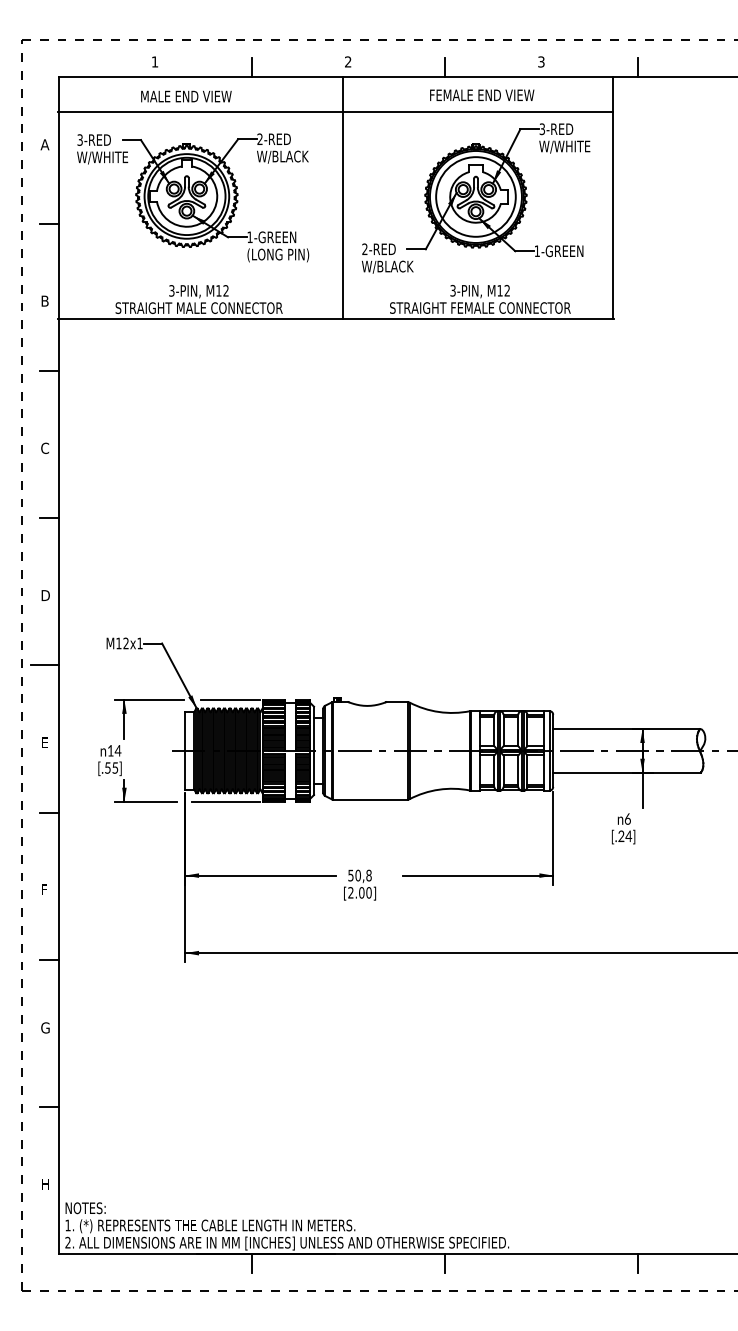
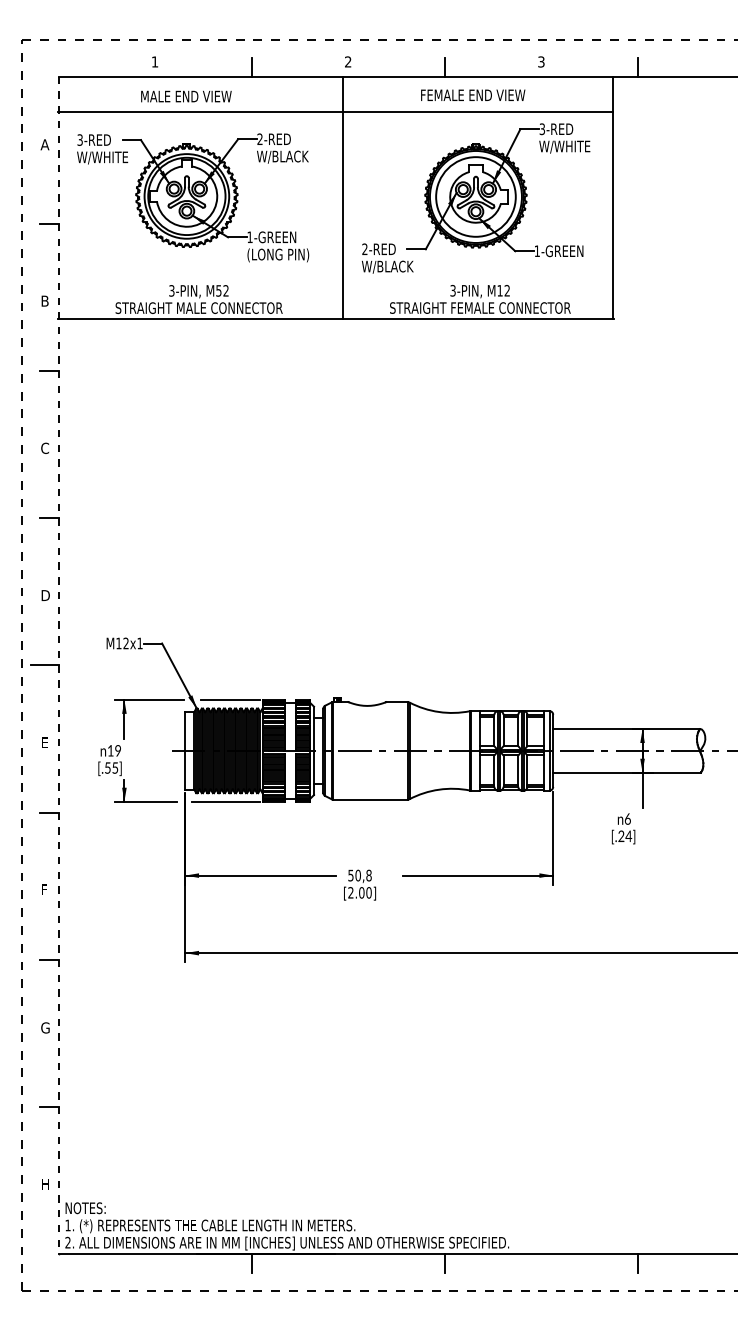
text at (482, 94) position: (482, 94) -> (473, 94)
text at (218, 290): M12 -> M52
line at (58, 665): solid -> dashed
text at (117, 750): 14 -> 19
